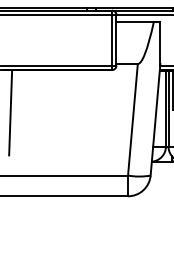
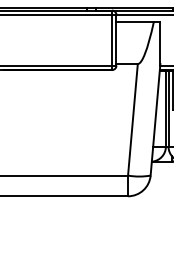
line at (10, 112): present -> none
